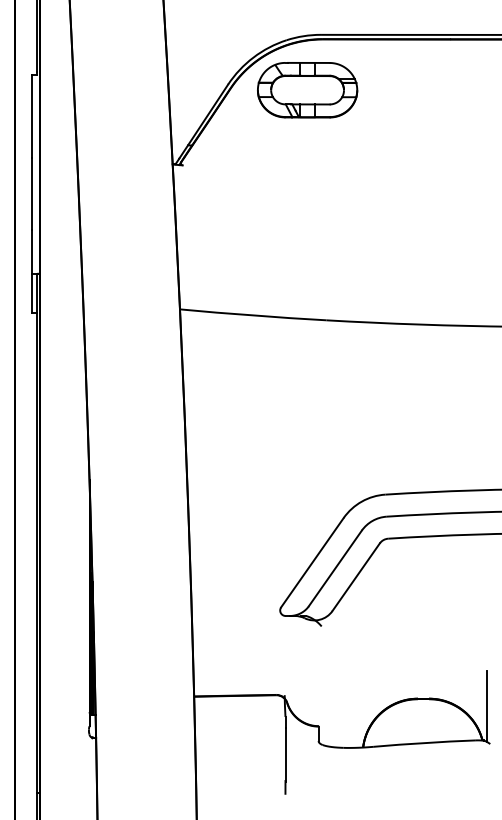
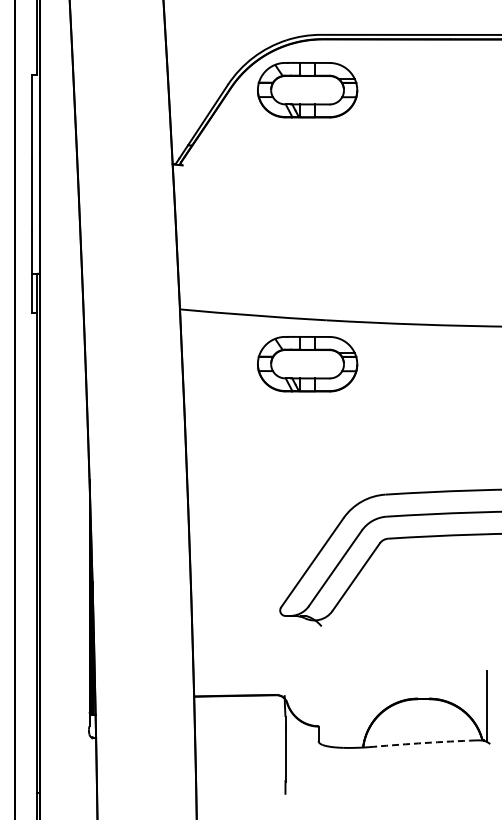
part at (307, 364): none -> present
arc at (424, 743): solid -> dashed
